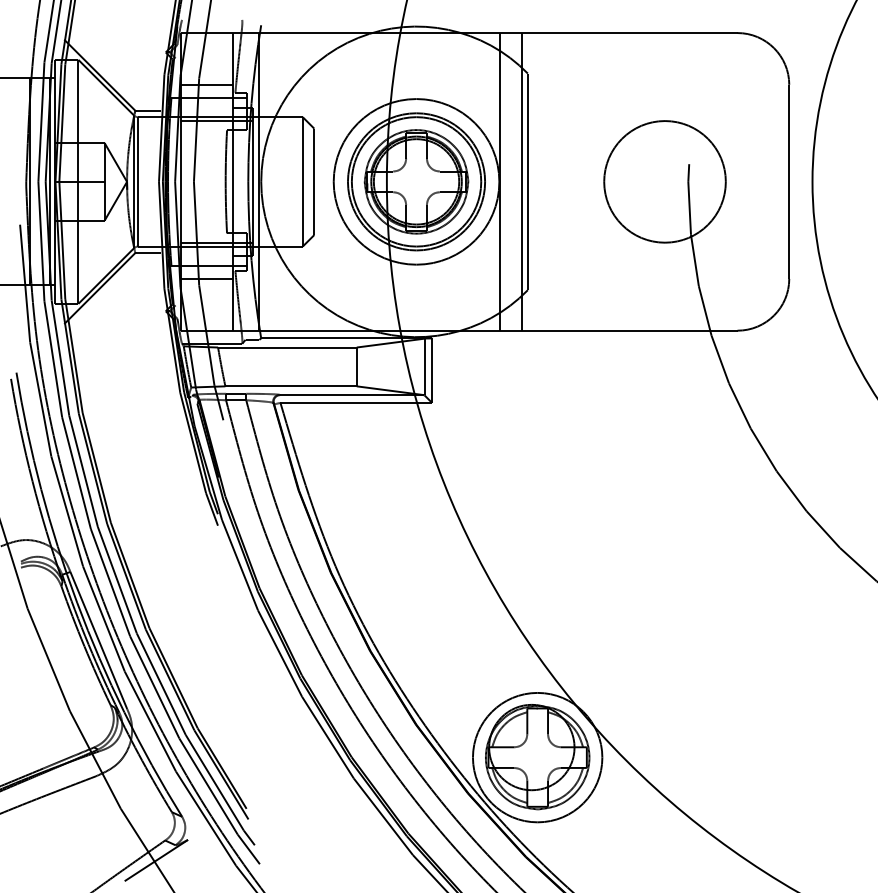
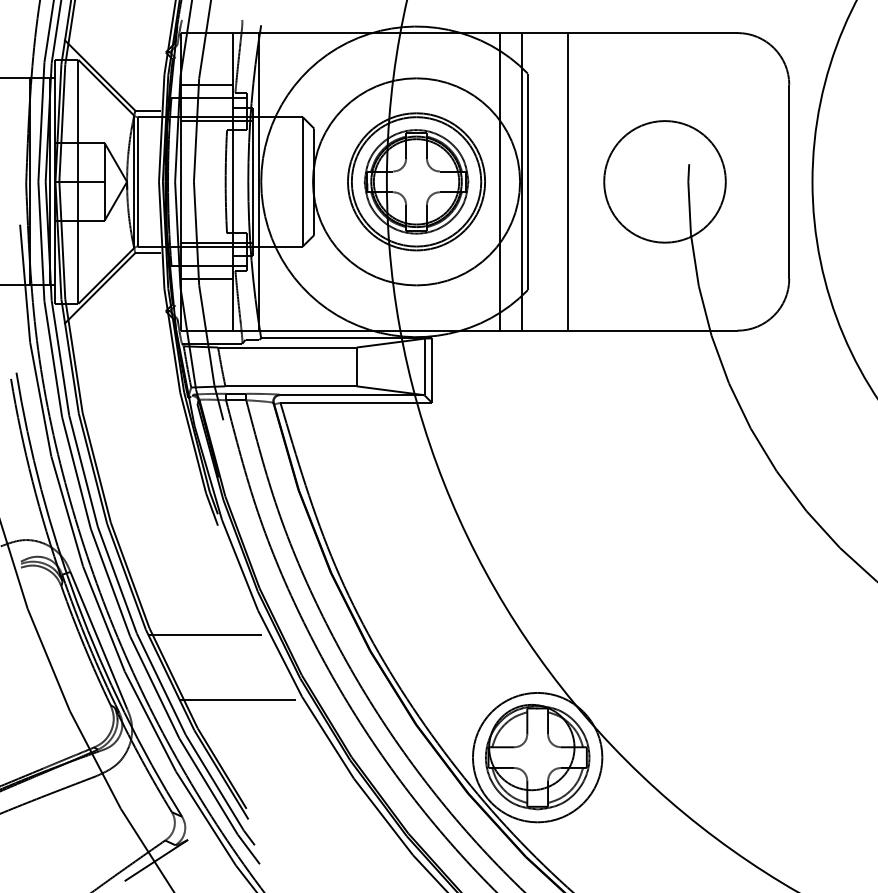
circle at (416, 181) diameter: 166 px -> 207 px
line at (568, 181): none -> present
line at (204, 634): none -> present
line at (236, 699): none -> present
